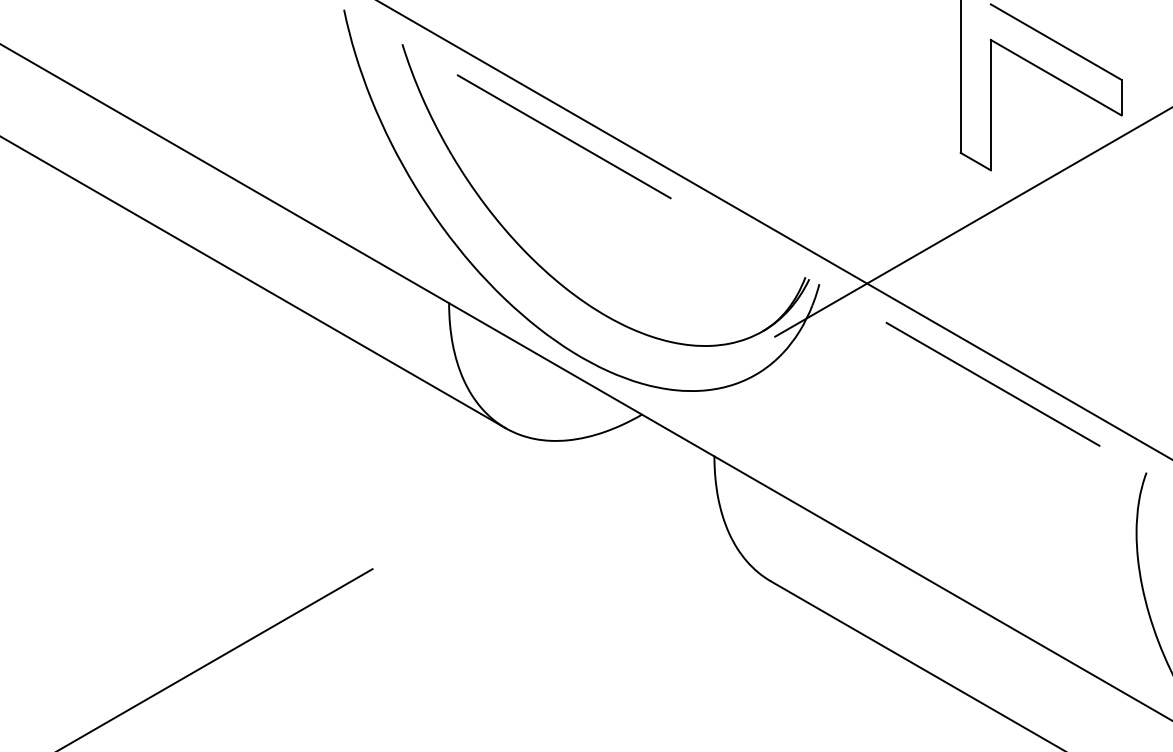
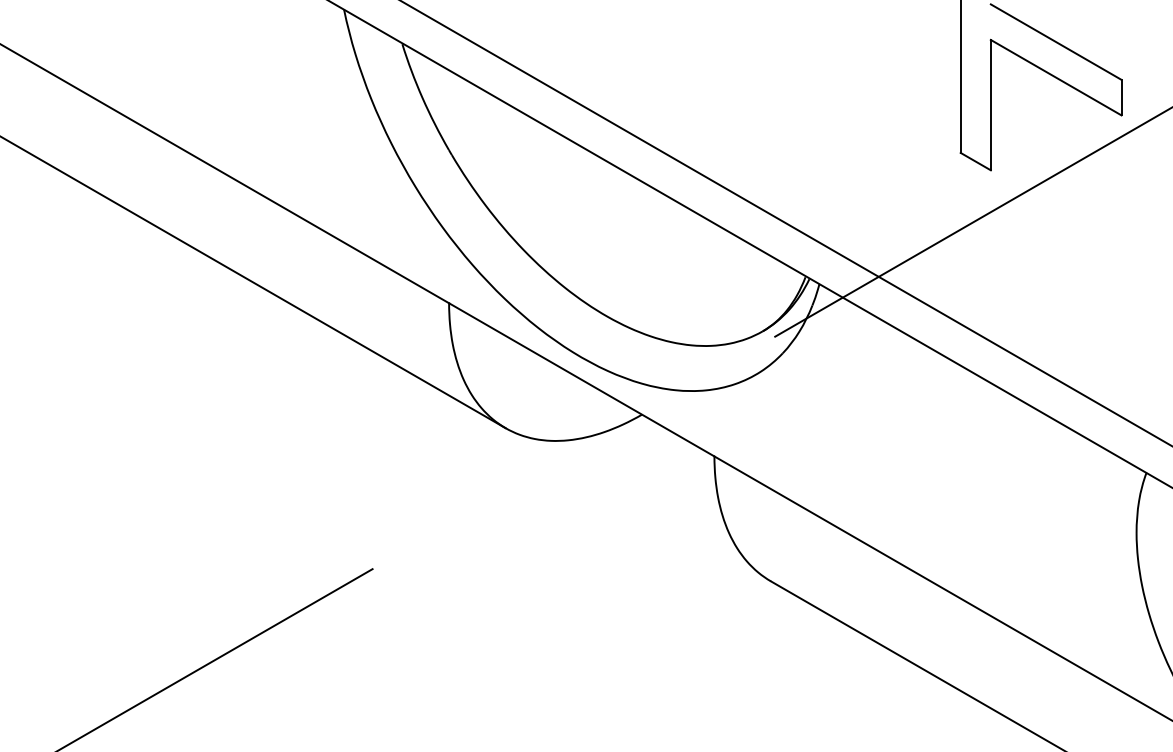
line at (774, 230) position: (774, 230) -> (786, 223)
line at (750, 244): dashed -> solid
